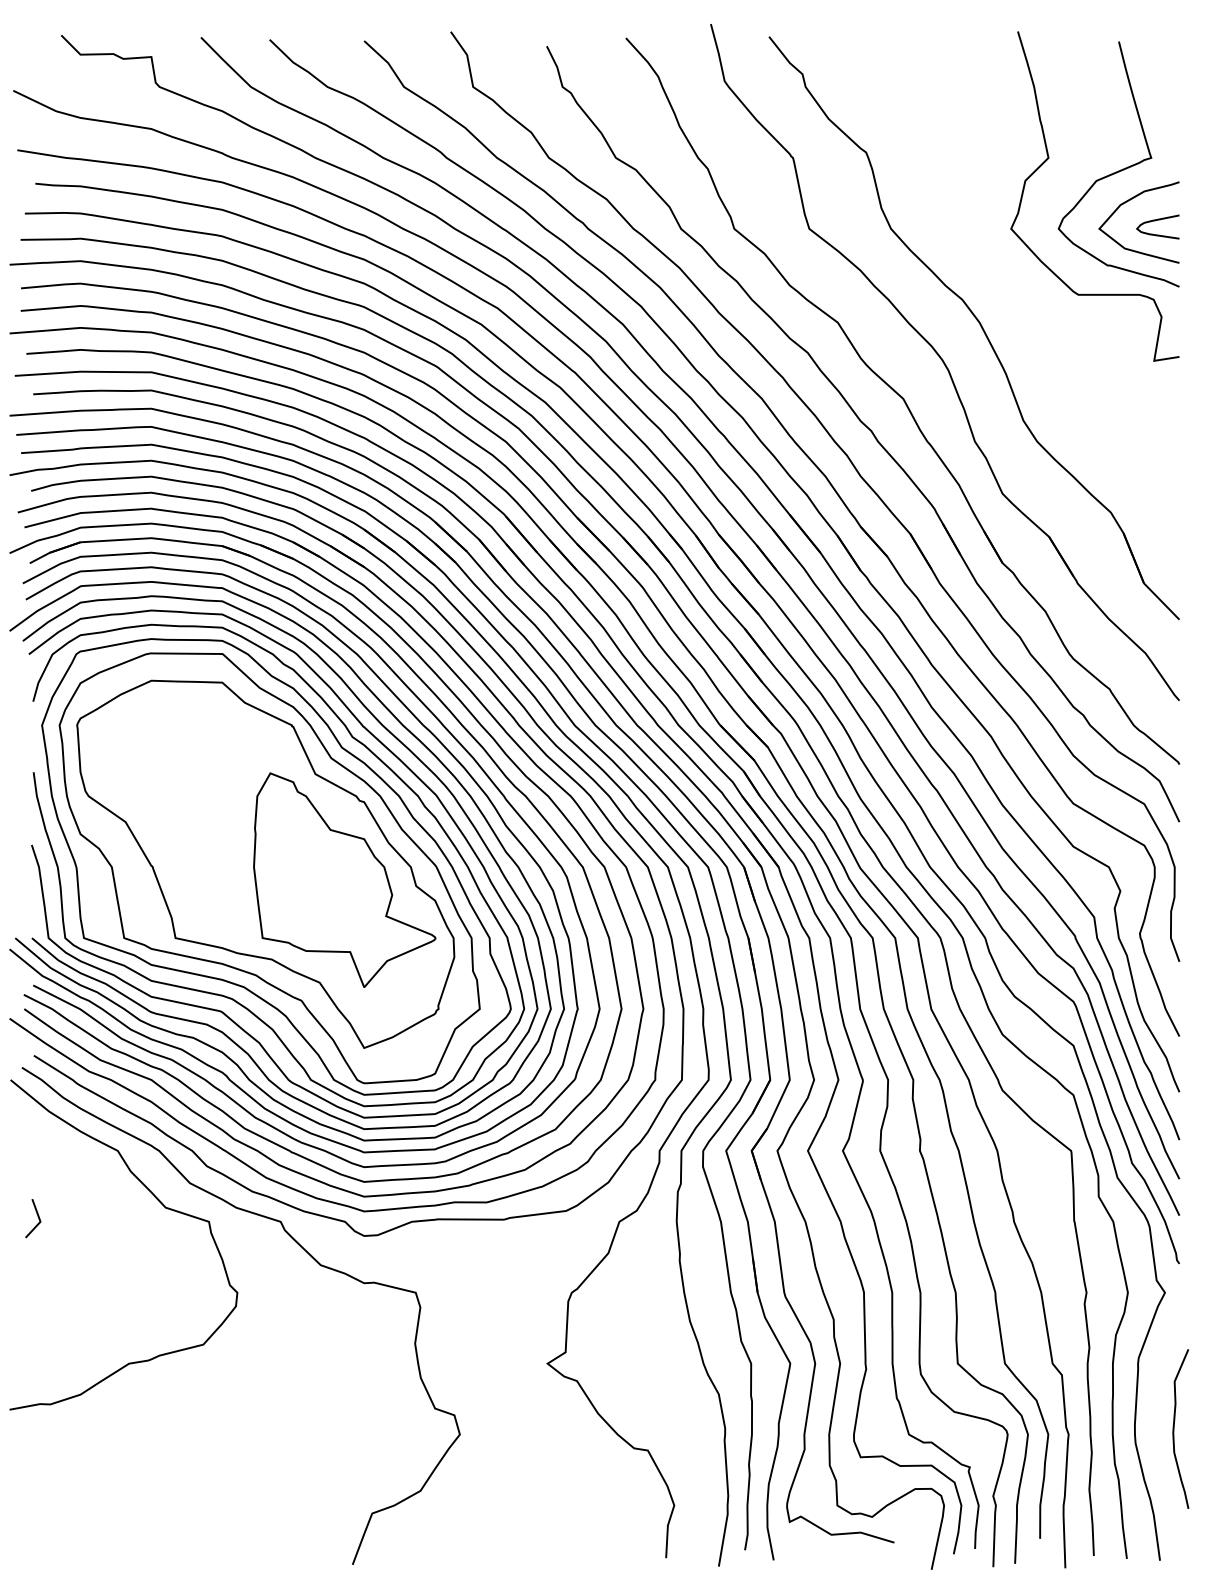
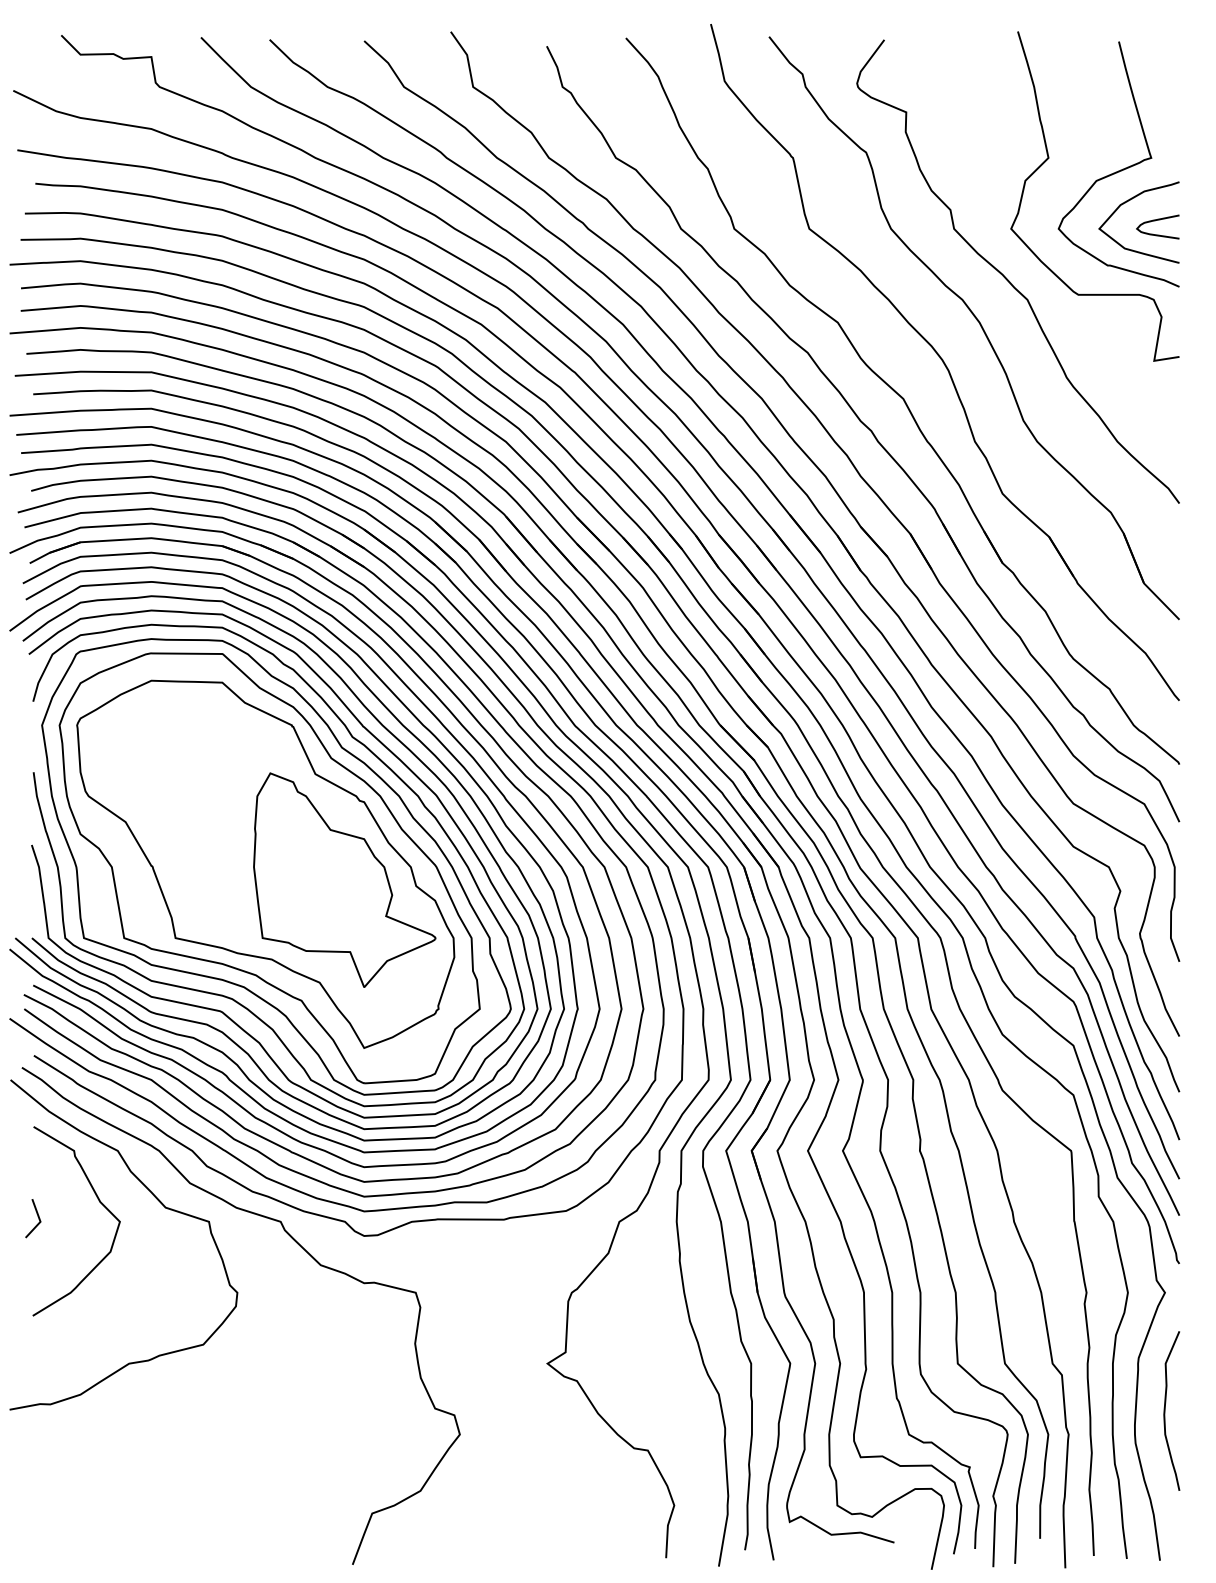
curve at (1008, 279): none -> present
curve at (99, 1202): none -> present
curve at (1174, 1428) position: (1174, 1428) -> (1165, 1410)
